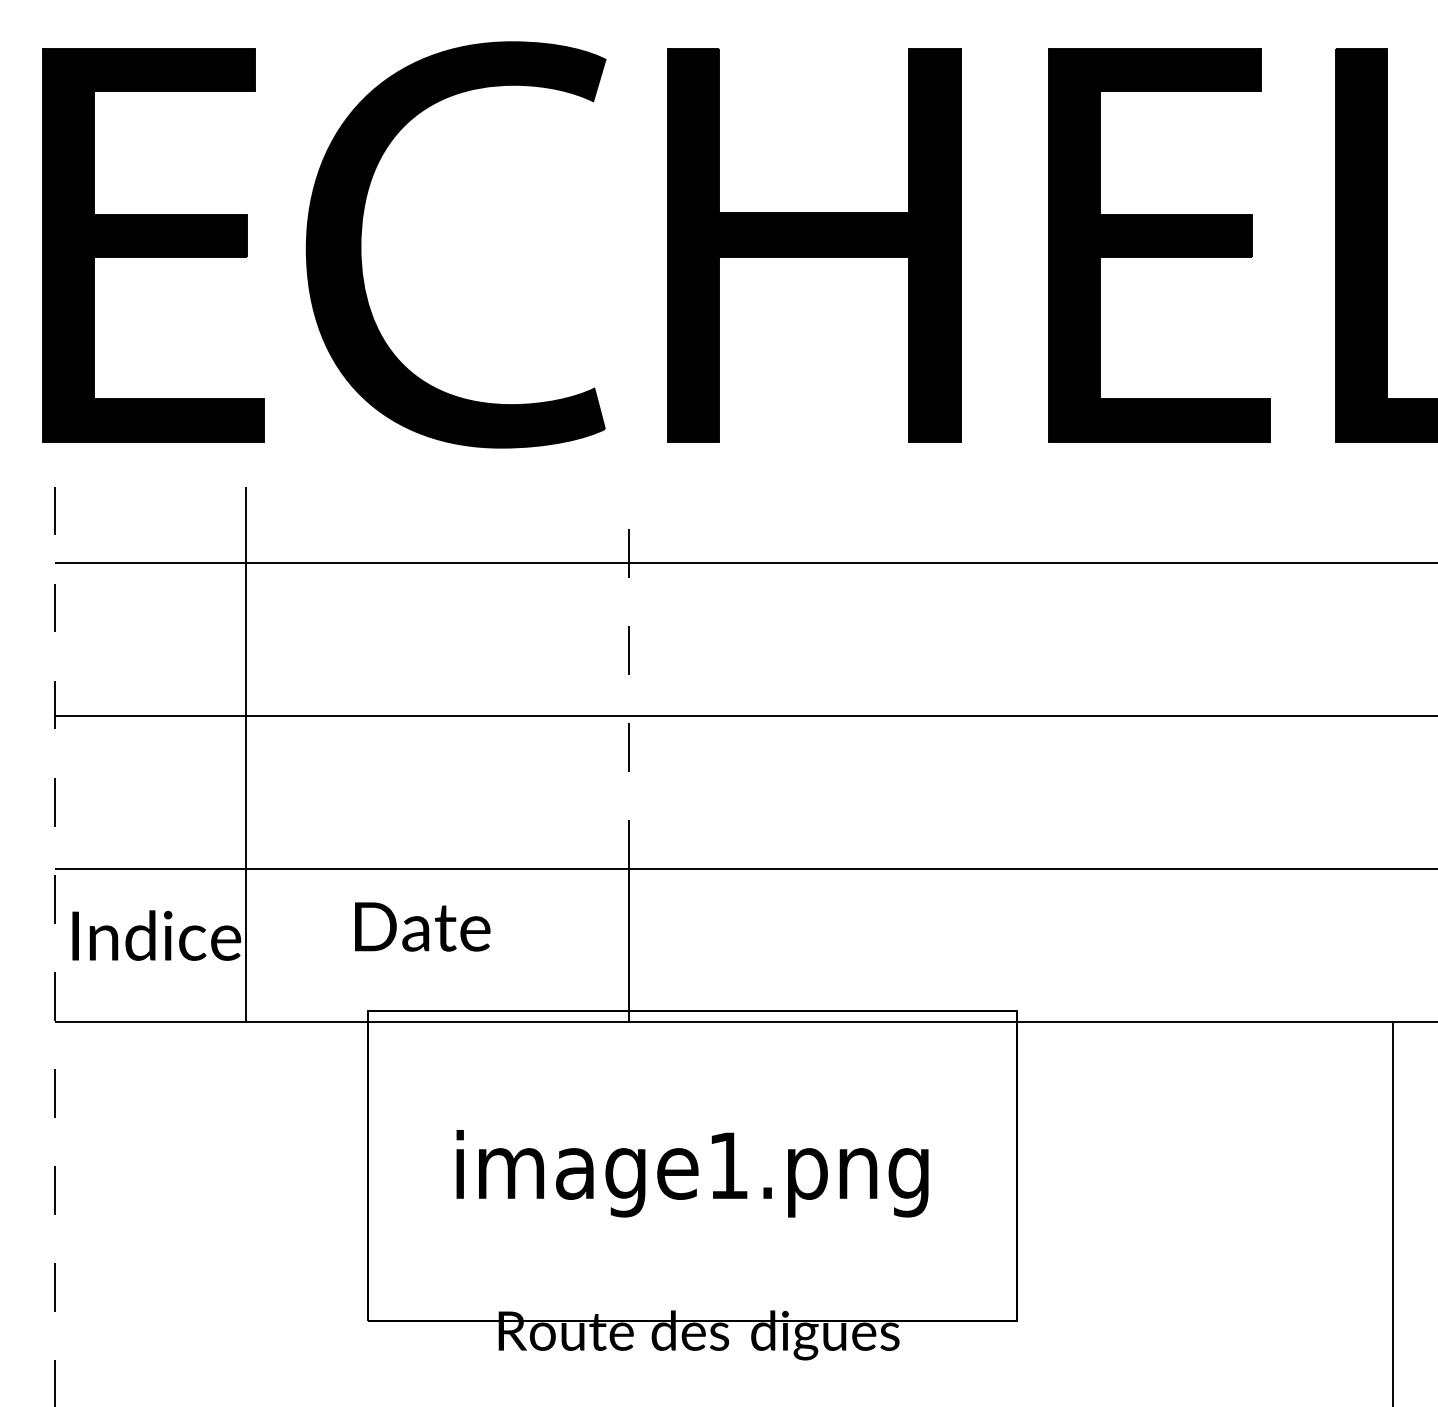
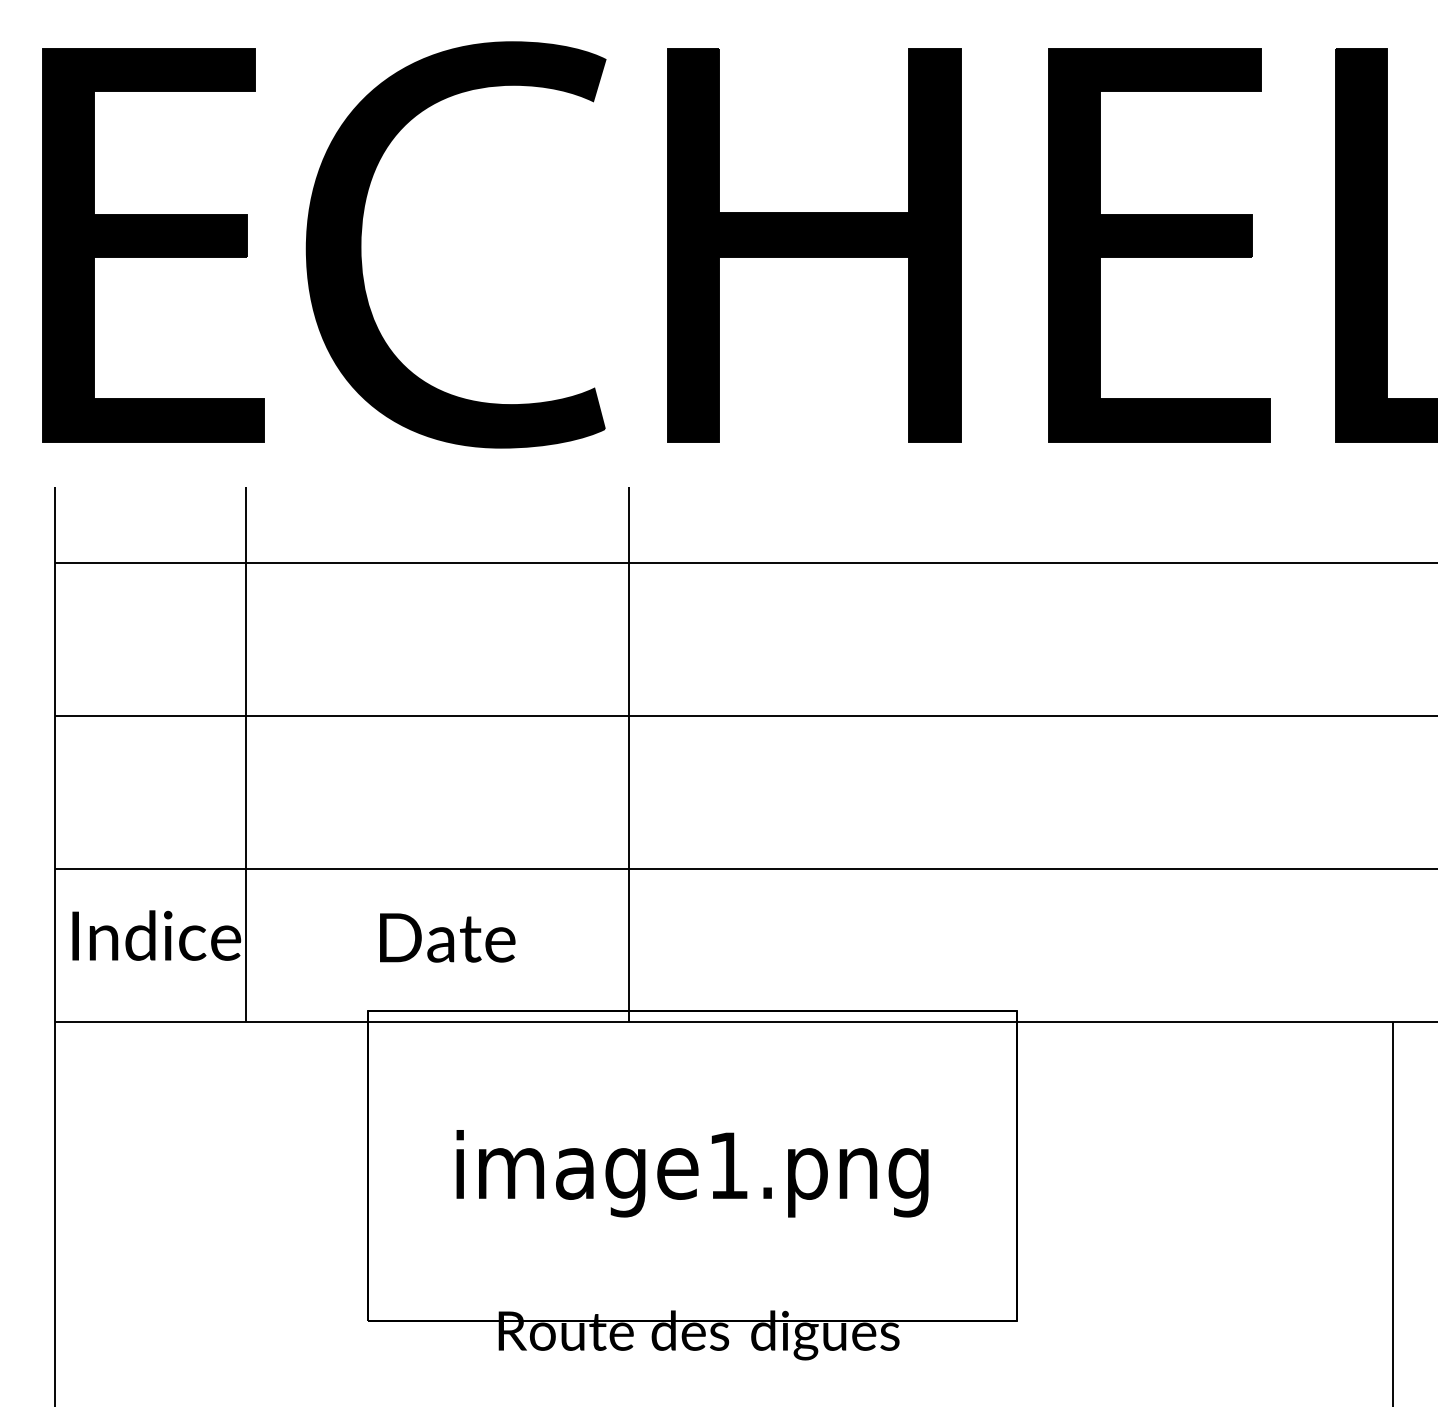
line at (628, 677): dashed -> solid
text at (422, 926) position: (422, 926) -> (447, 937)
line at (55, 946): dashed -> solid
